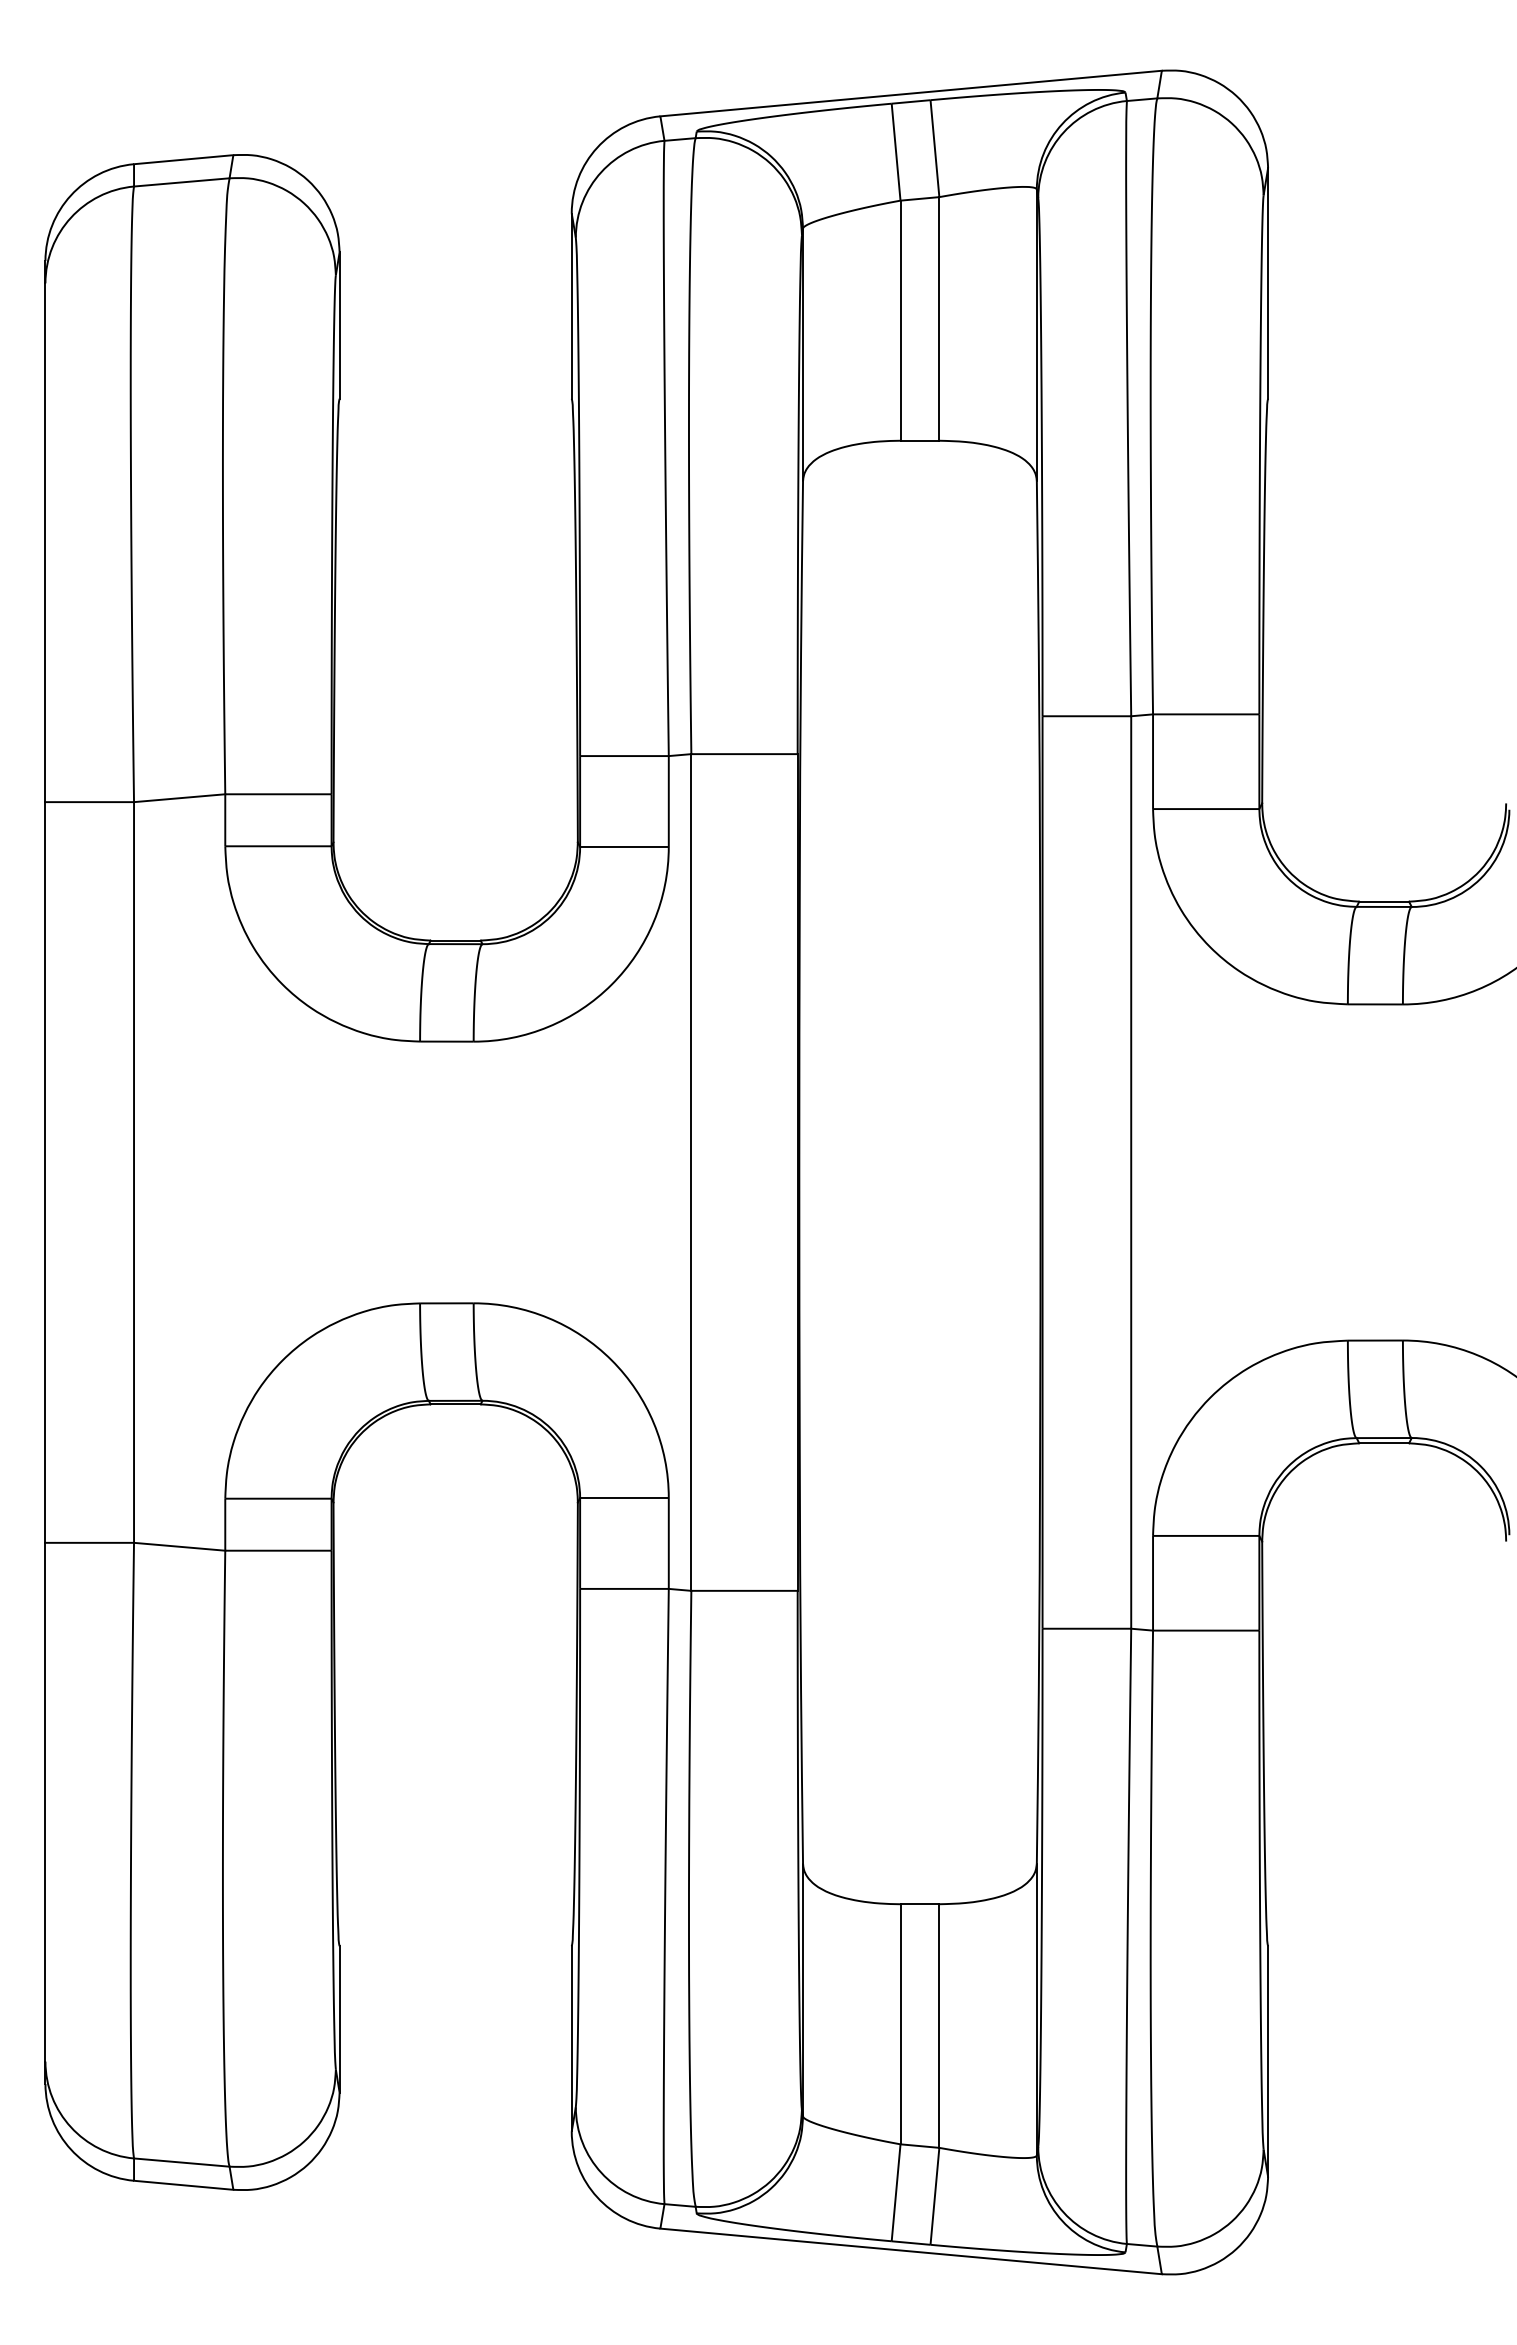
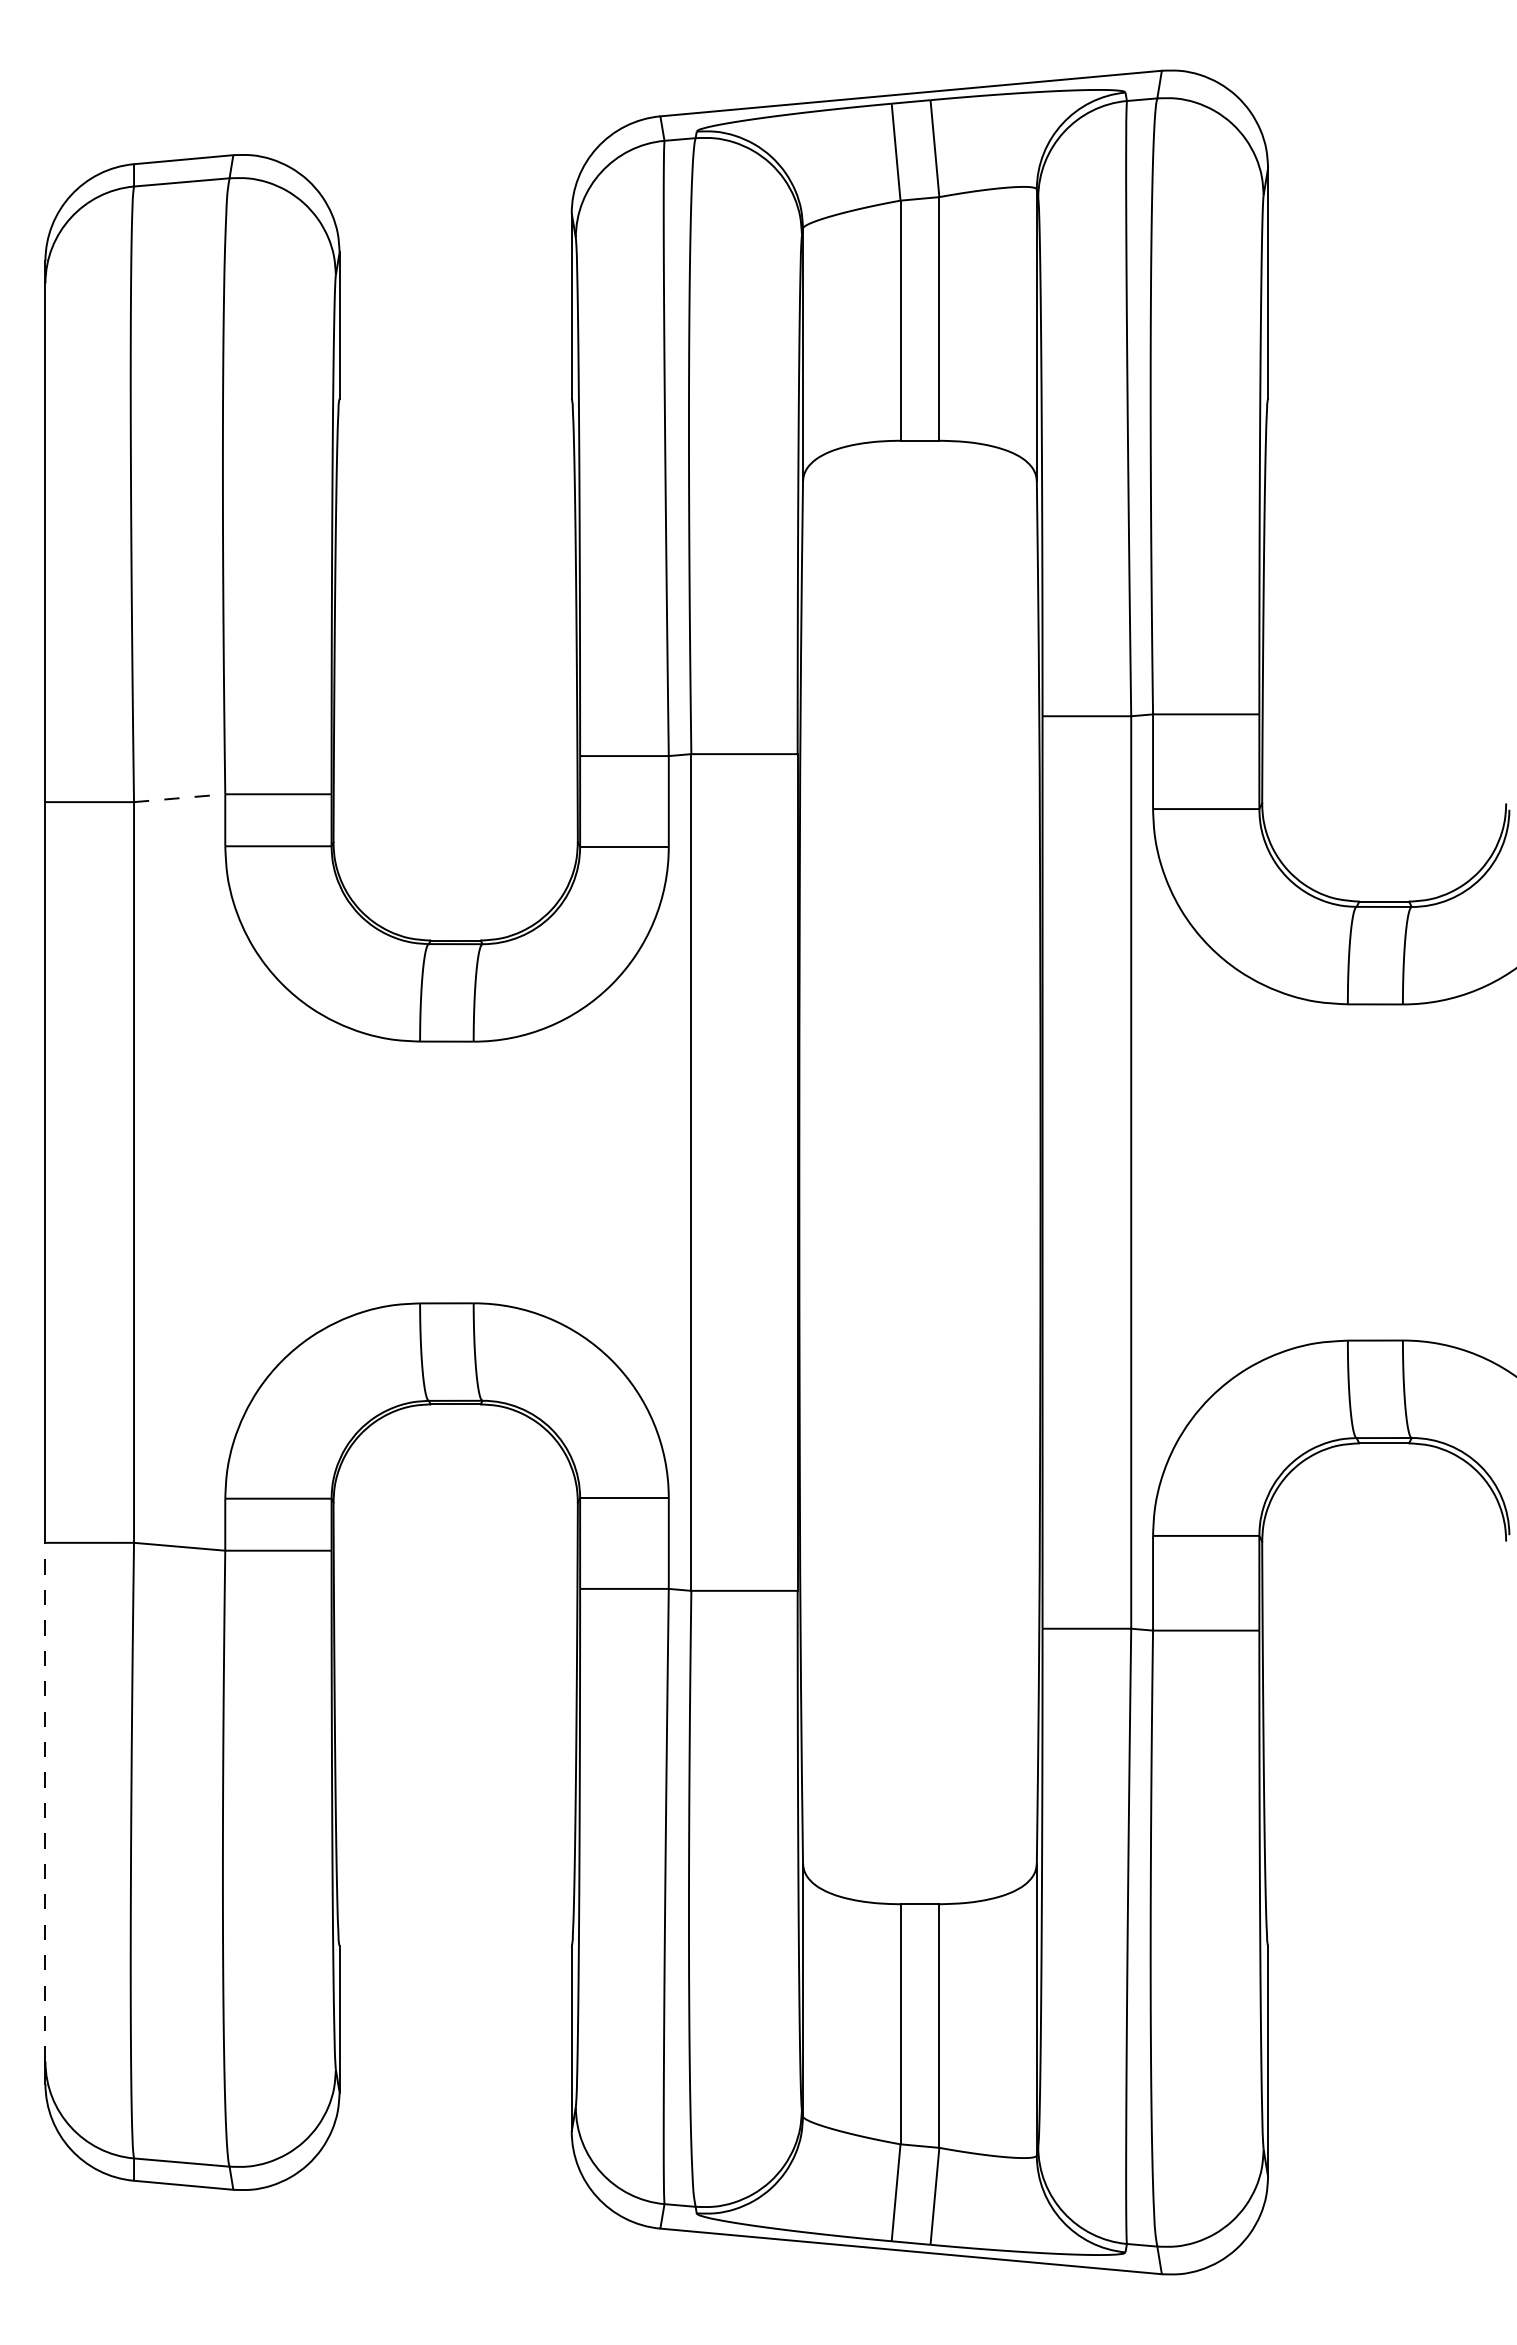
line at (179, 798): solid -> dashed
line at (45, 1801): solid -> dashed
